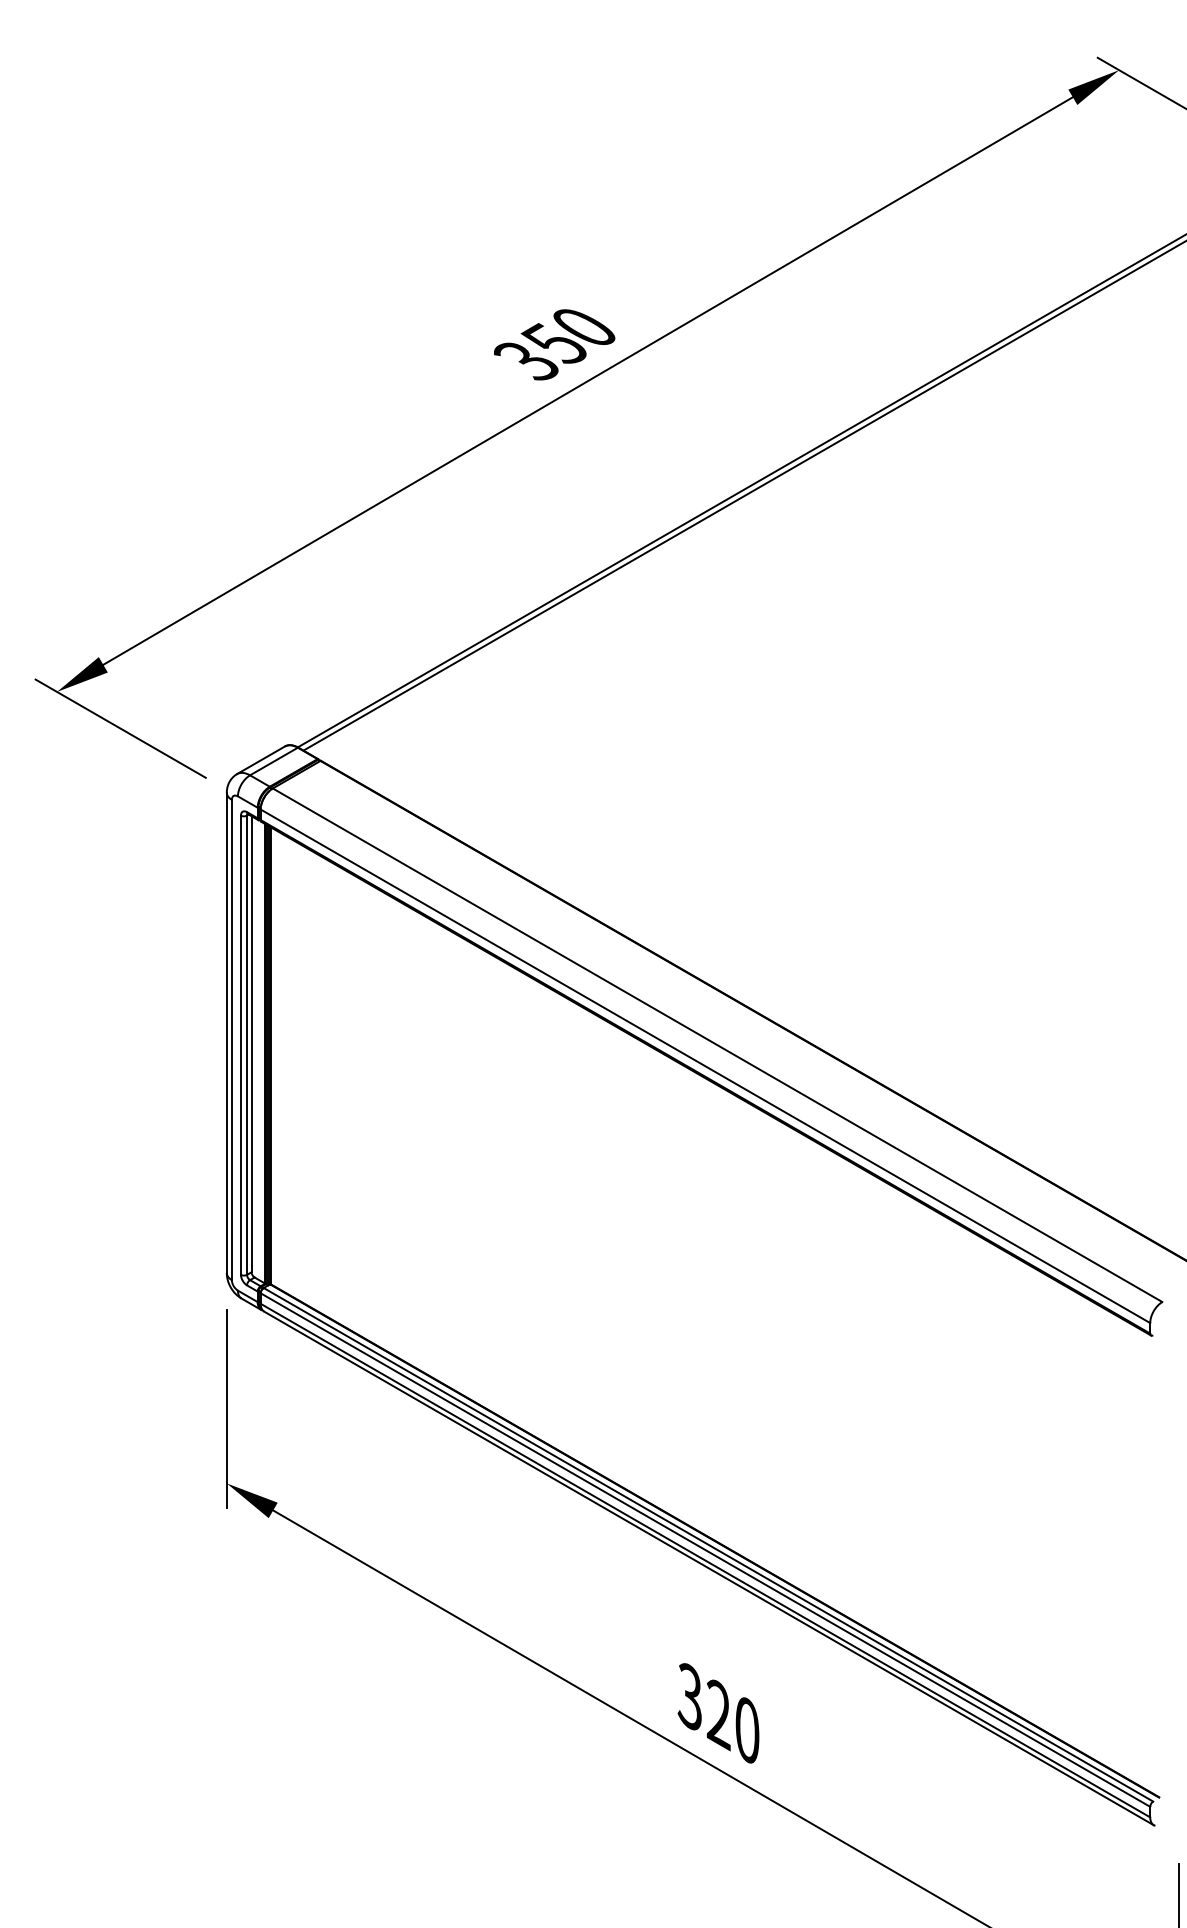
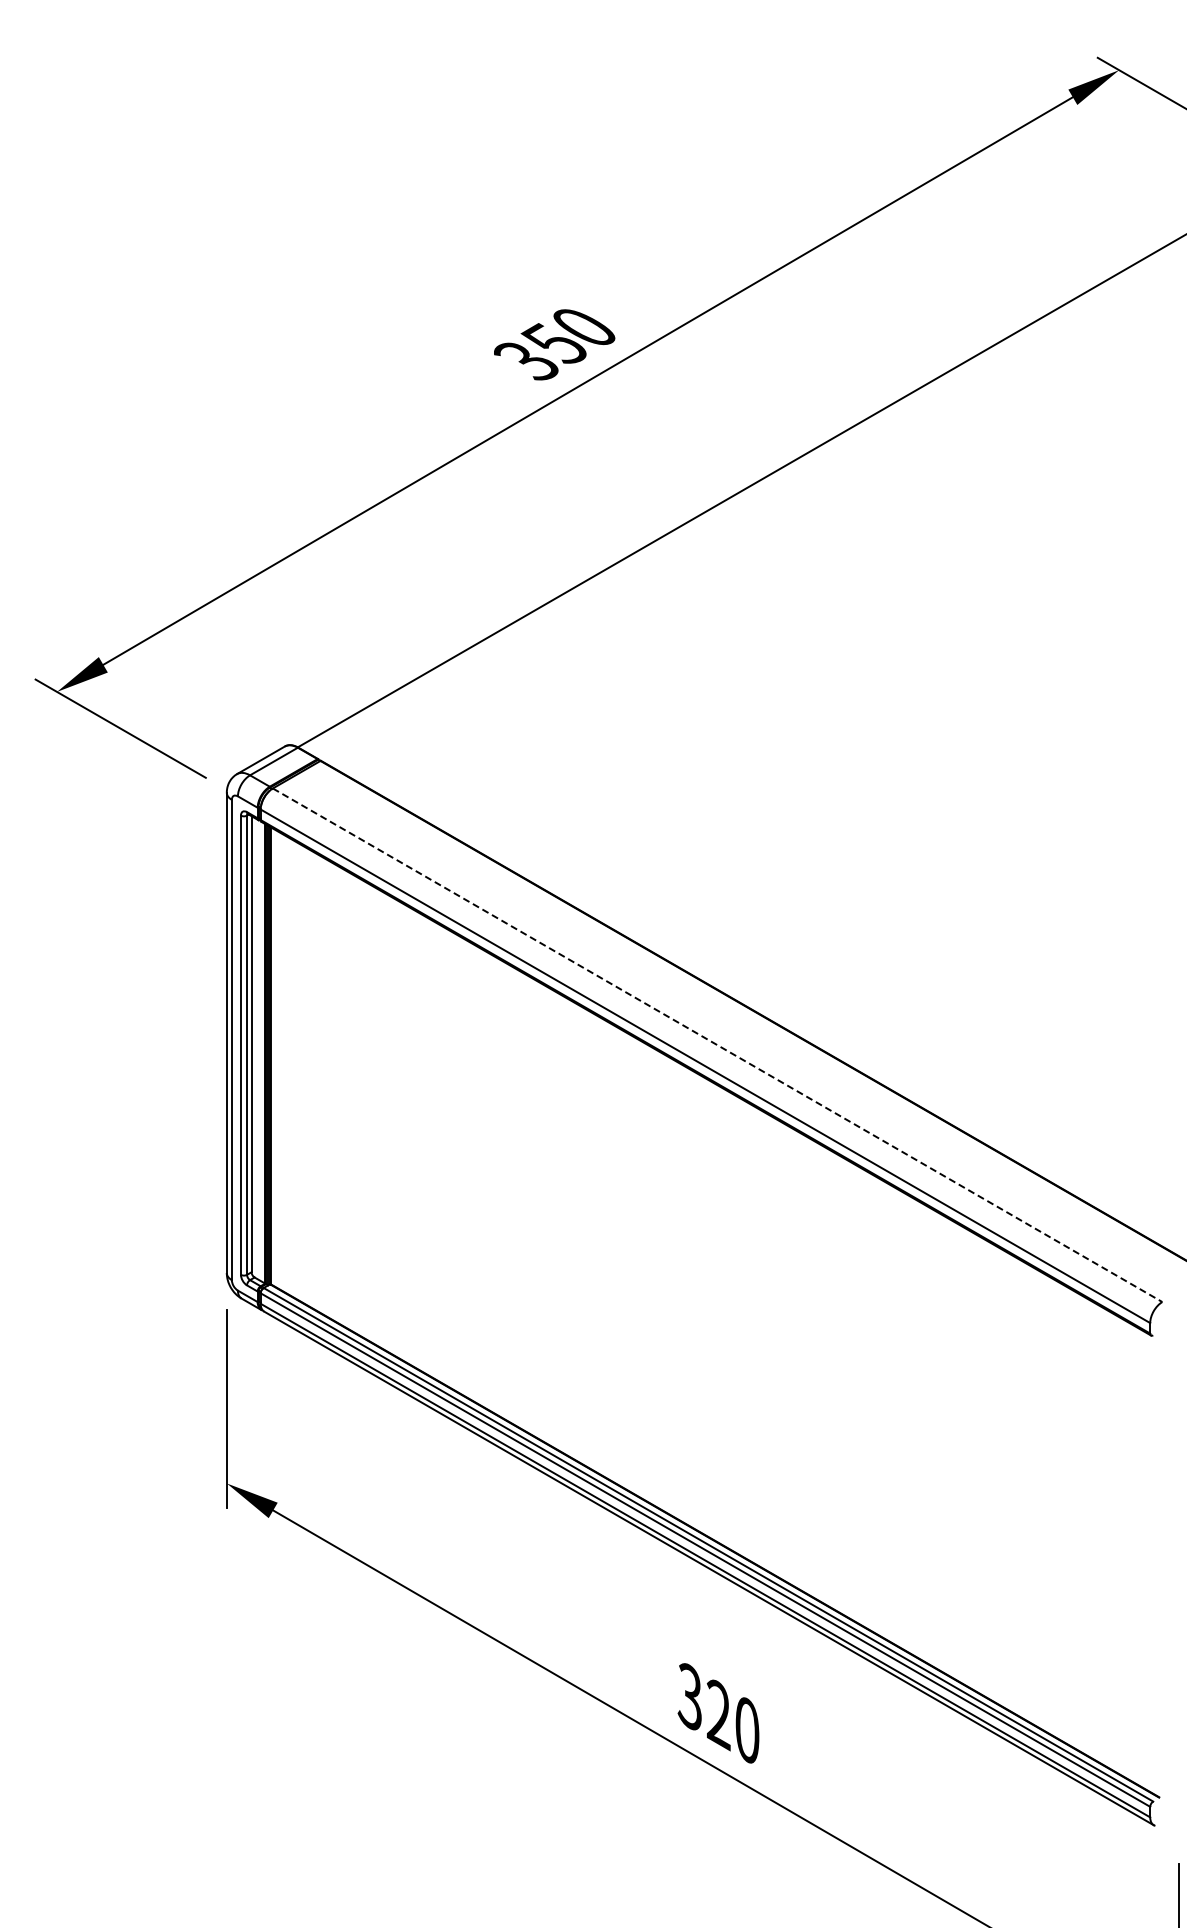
line at (743, 496): present -> none
line at (717, 1045): solid -> dashed
